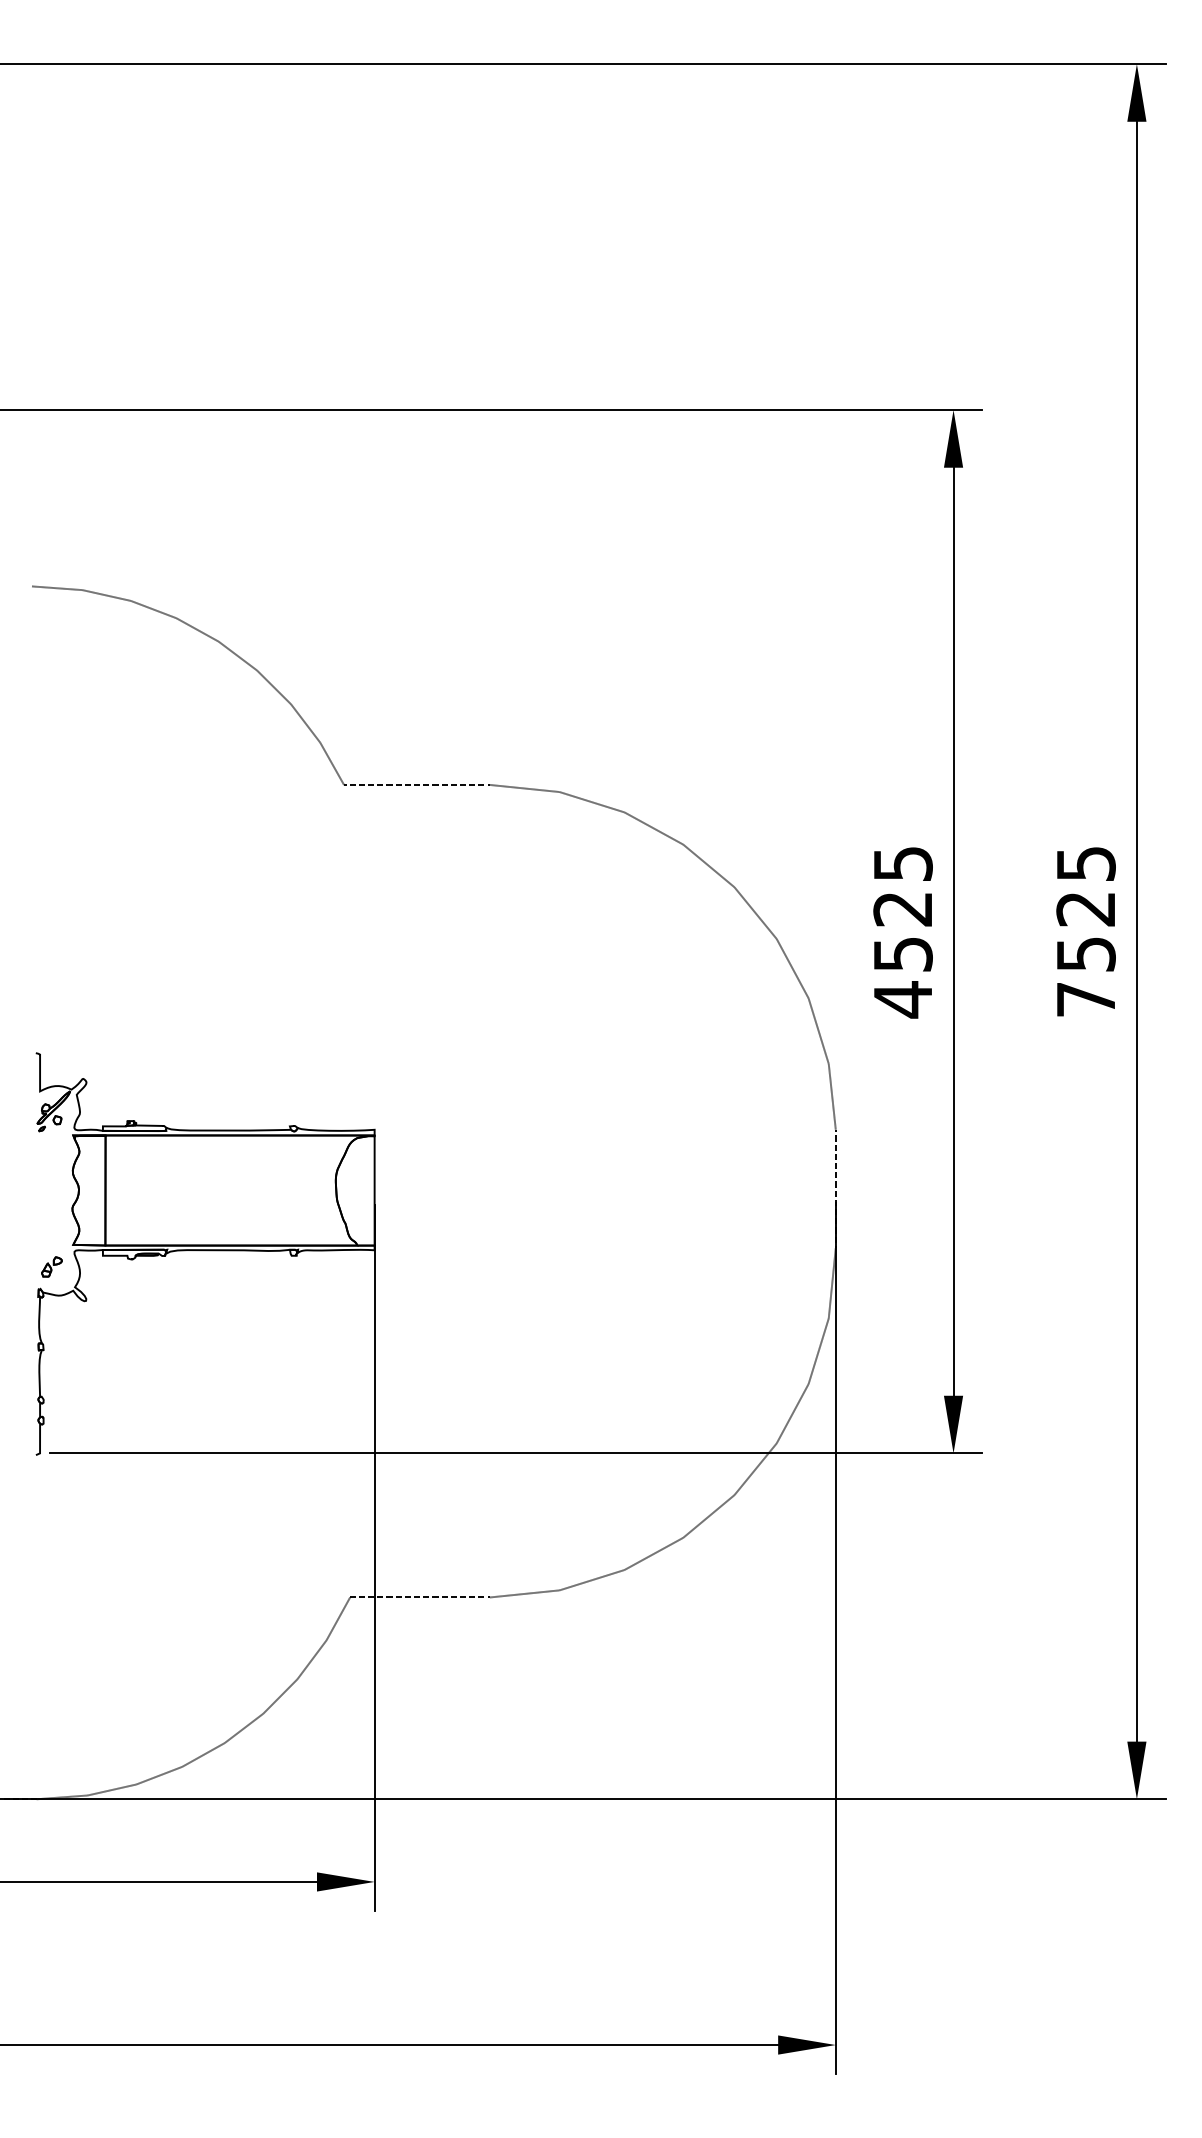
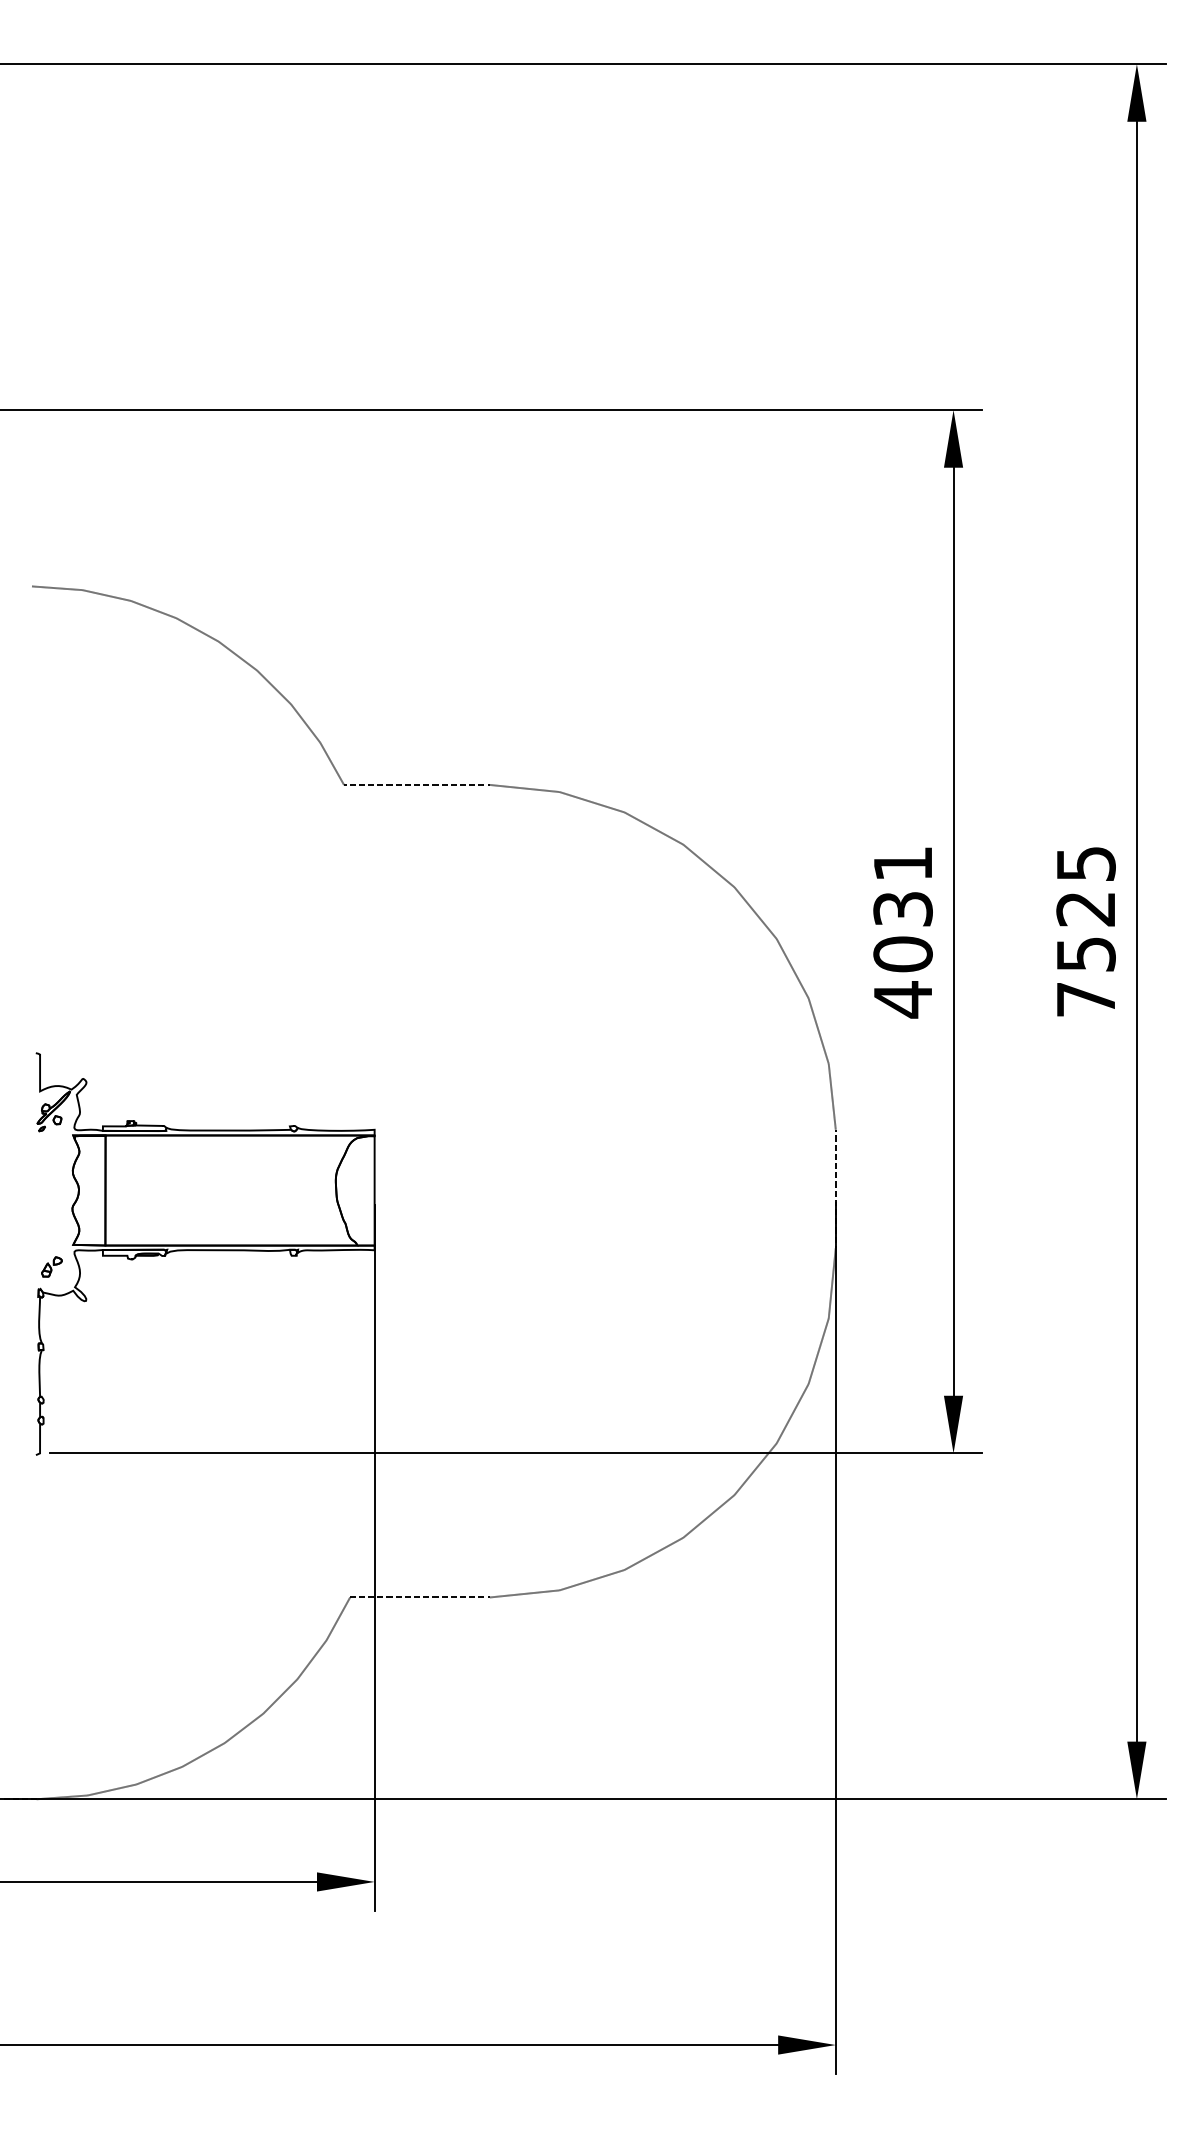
text at (902, 909): 4525 -> 4031
